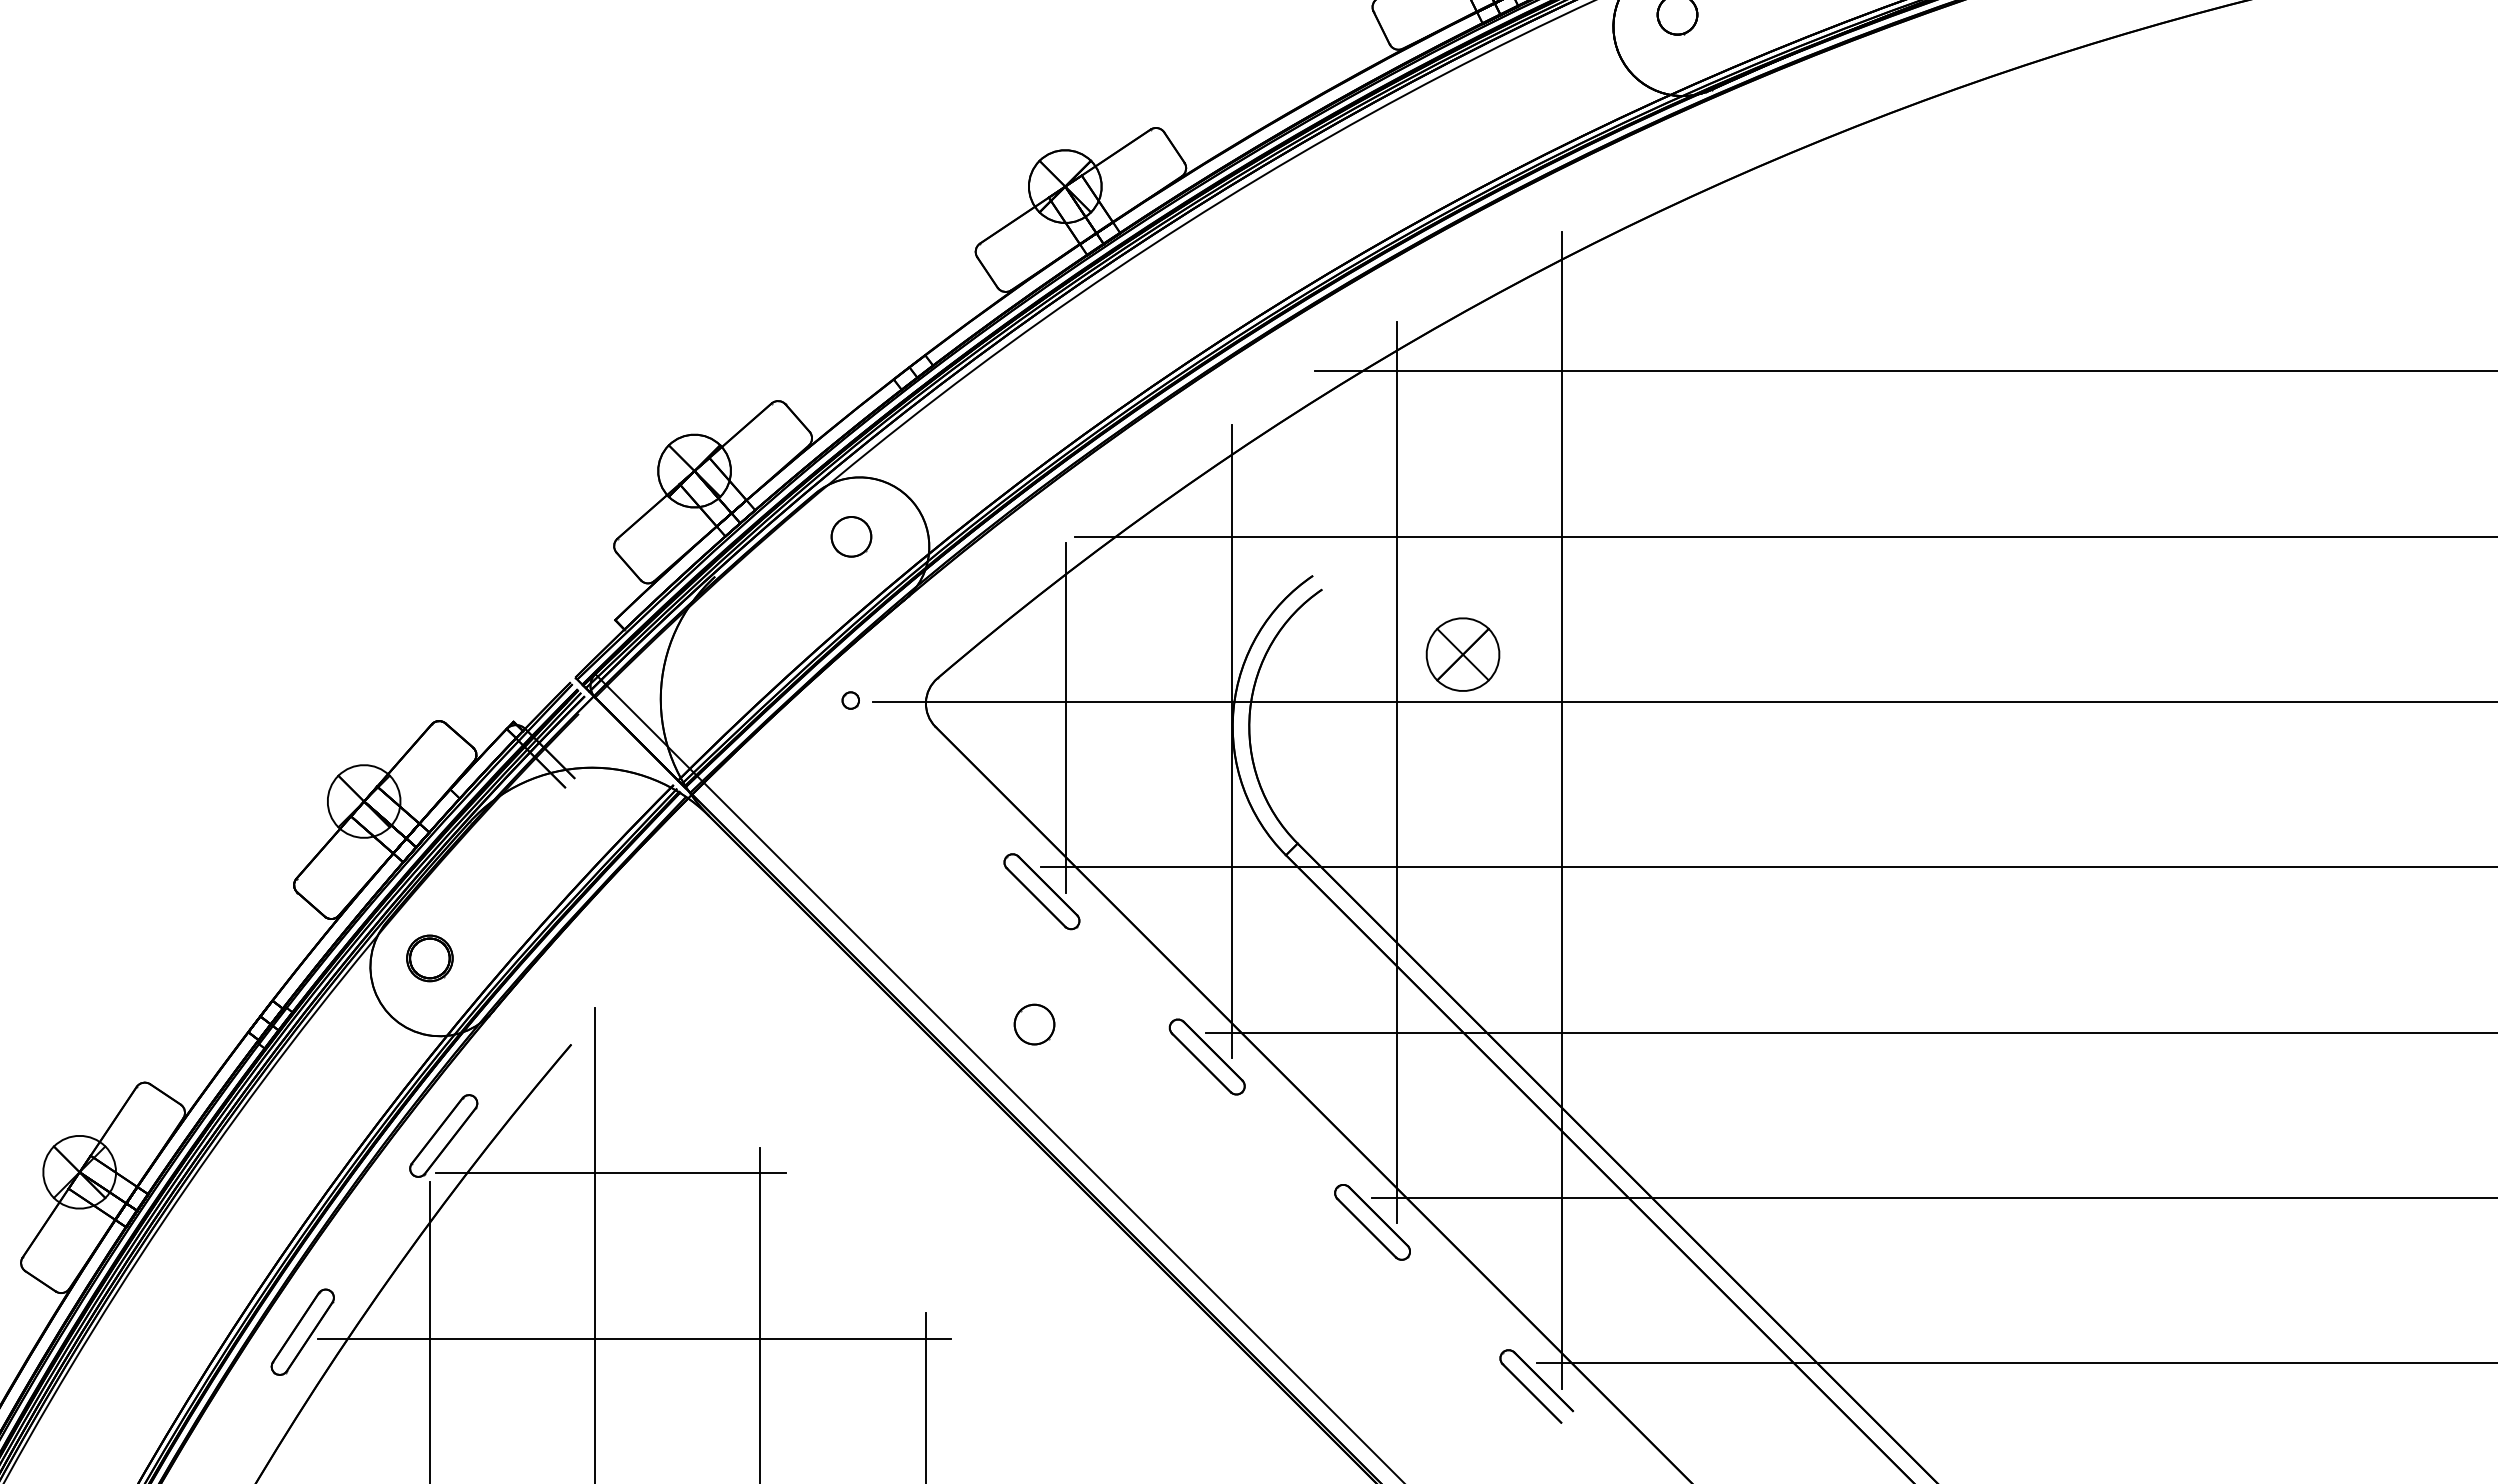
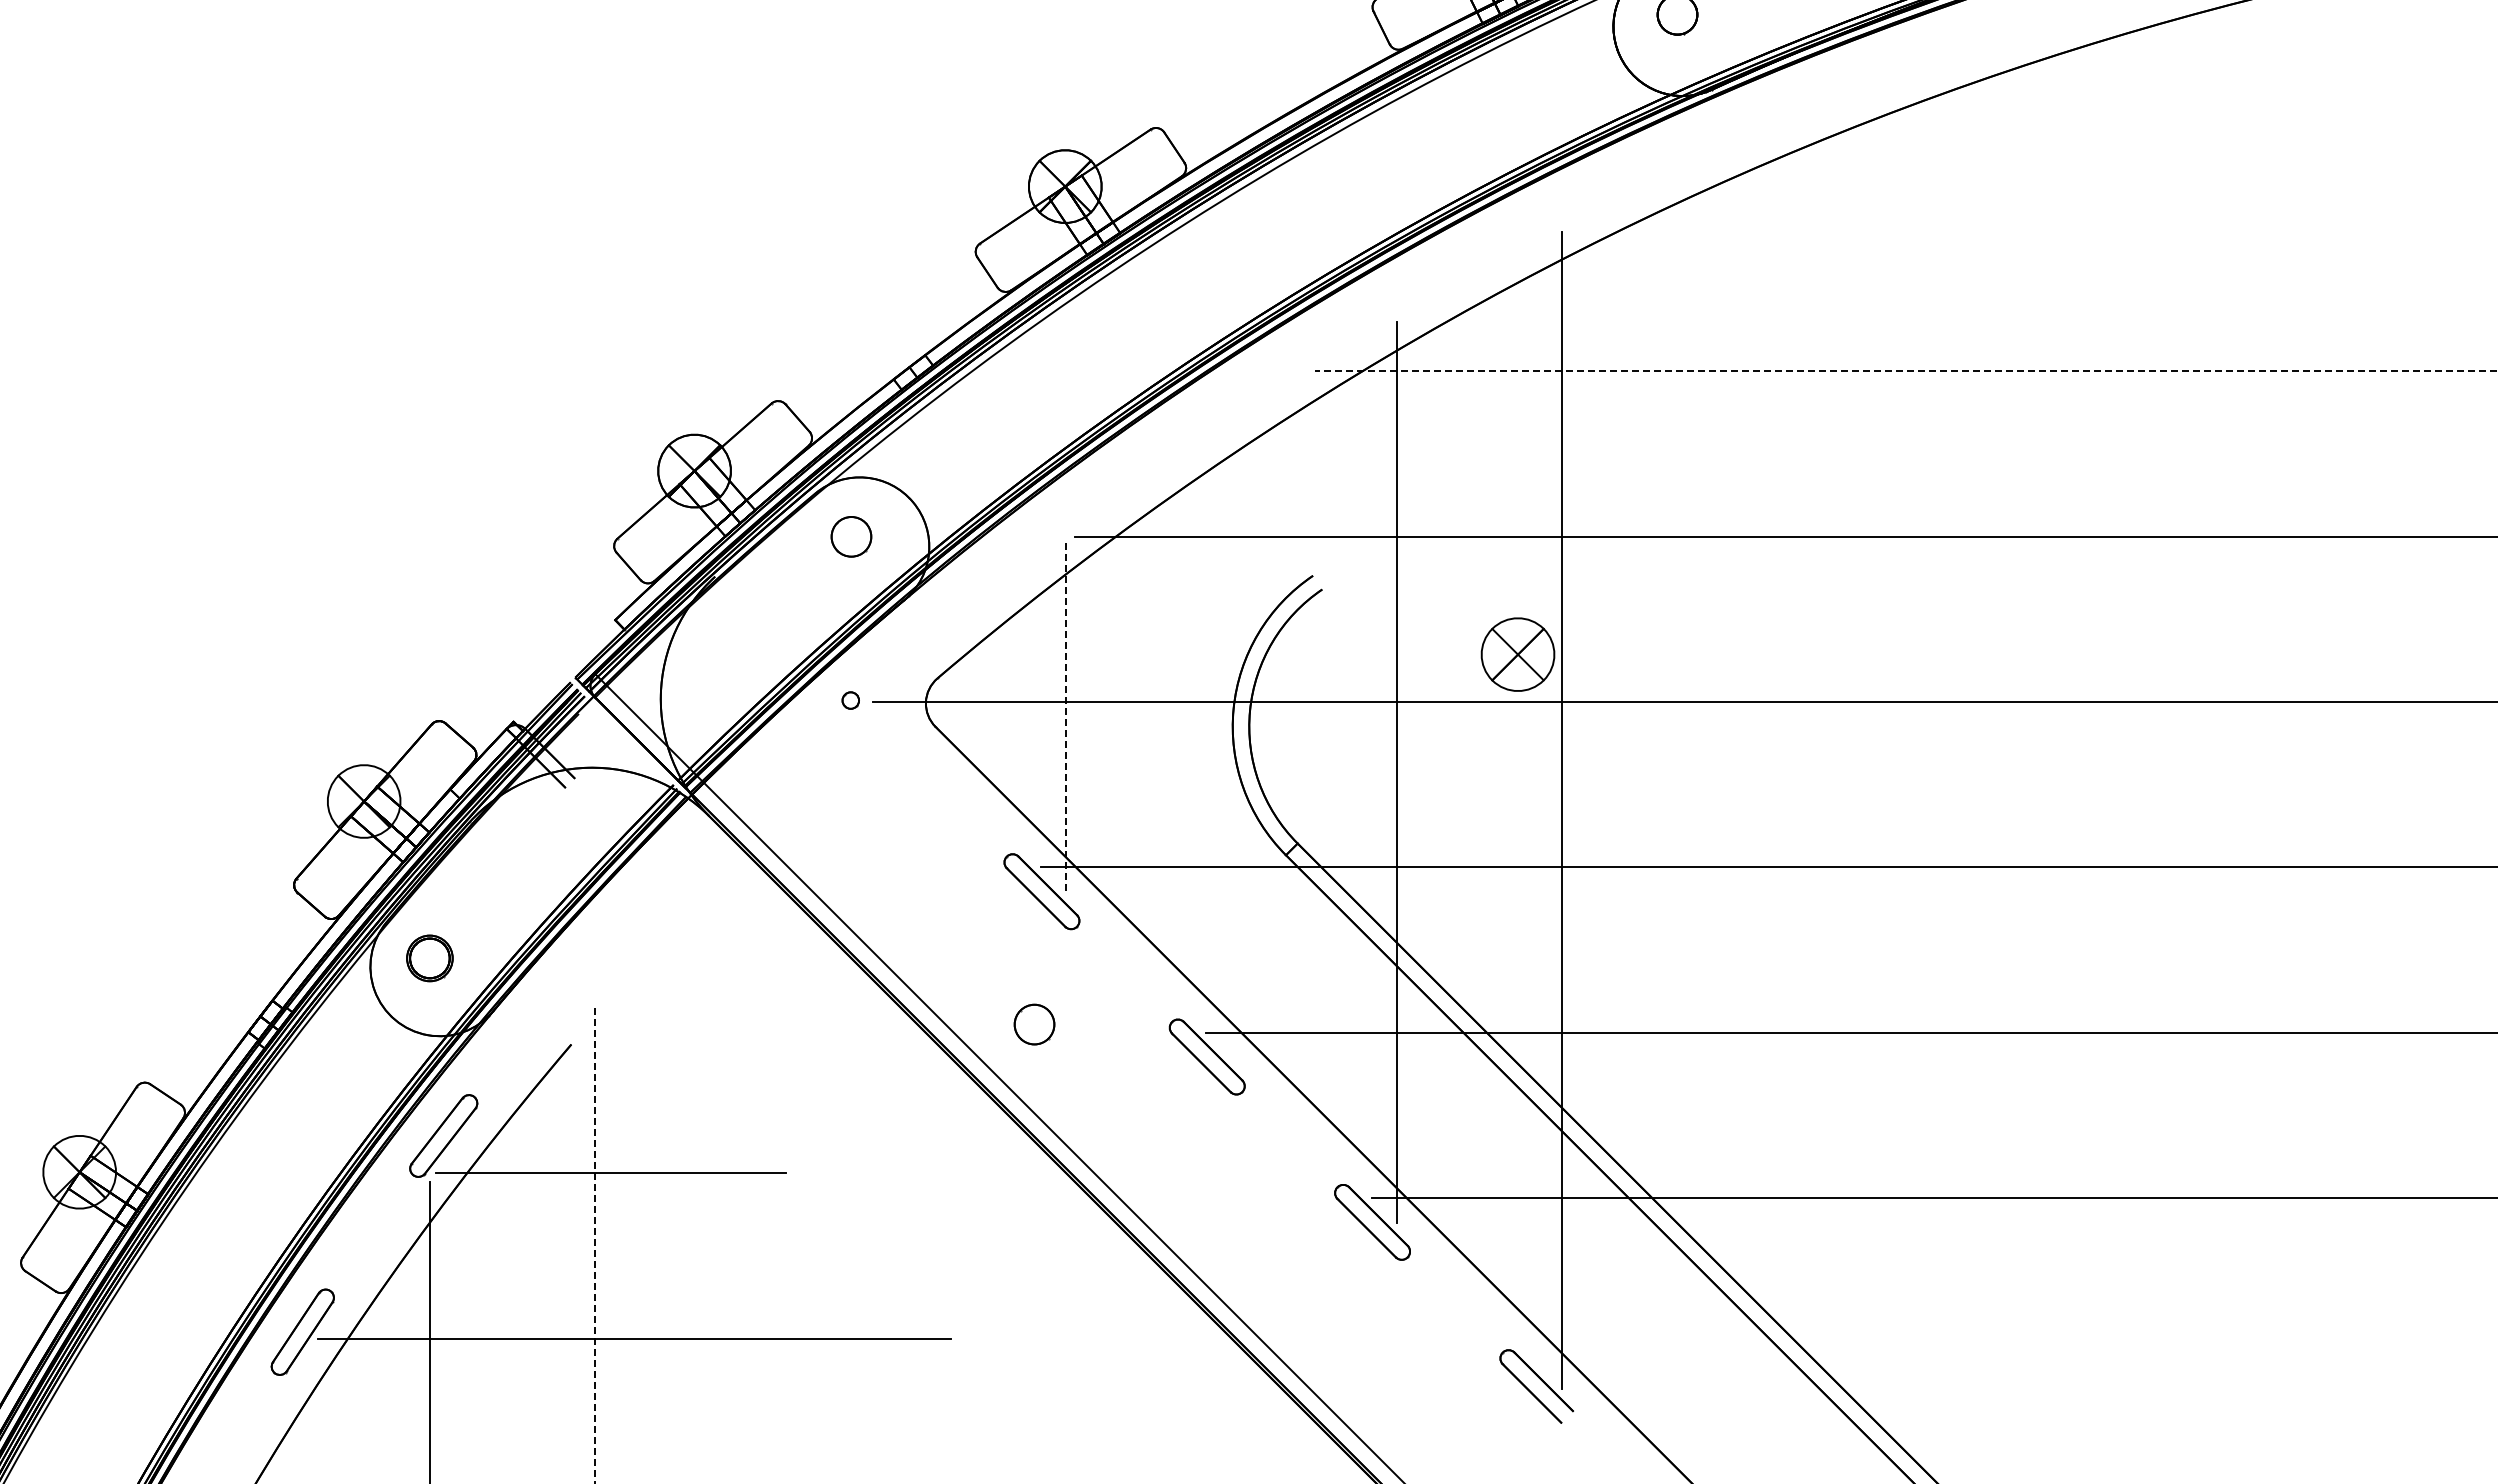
line at (1906, 371): solid -> dashed
part at (1462, 654) position: (1462, 654) -> (1517, 654)
line at (1066, 717): solid -> dashed
line at (1231, 741): present -> none
line at (595, 1245): solid -> dashed
line at (760, 1313): present -> none
line at (2015, 1363): present -> none
line at (925, 1396): present -> none
